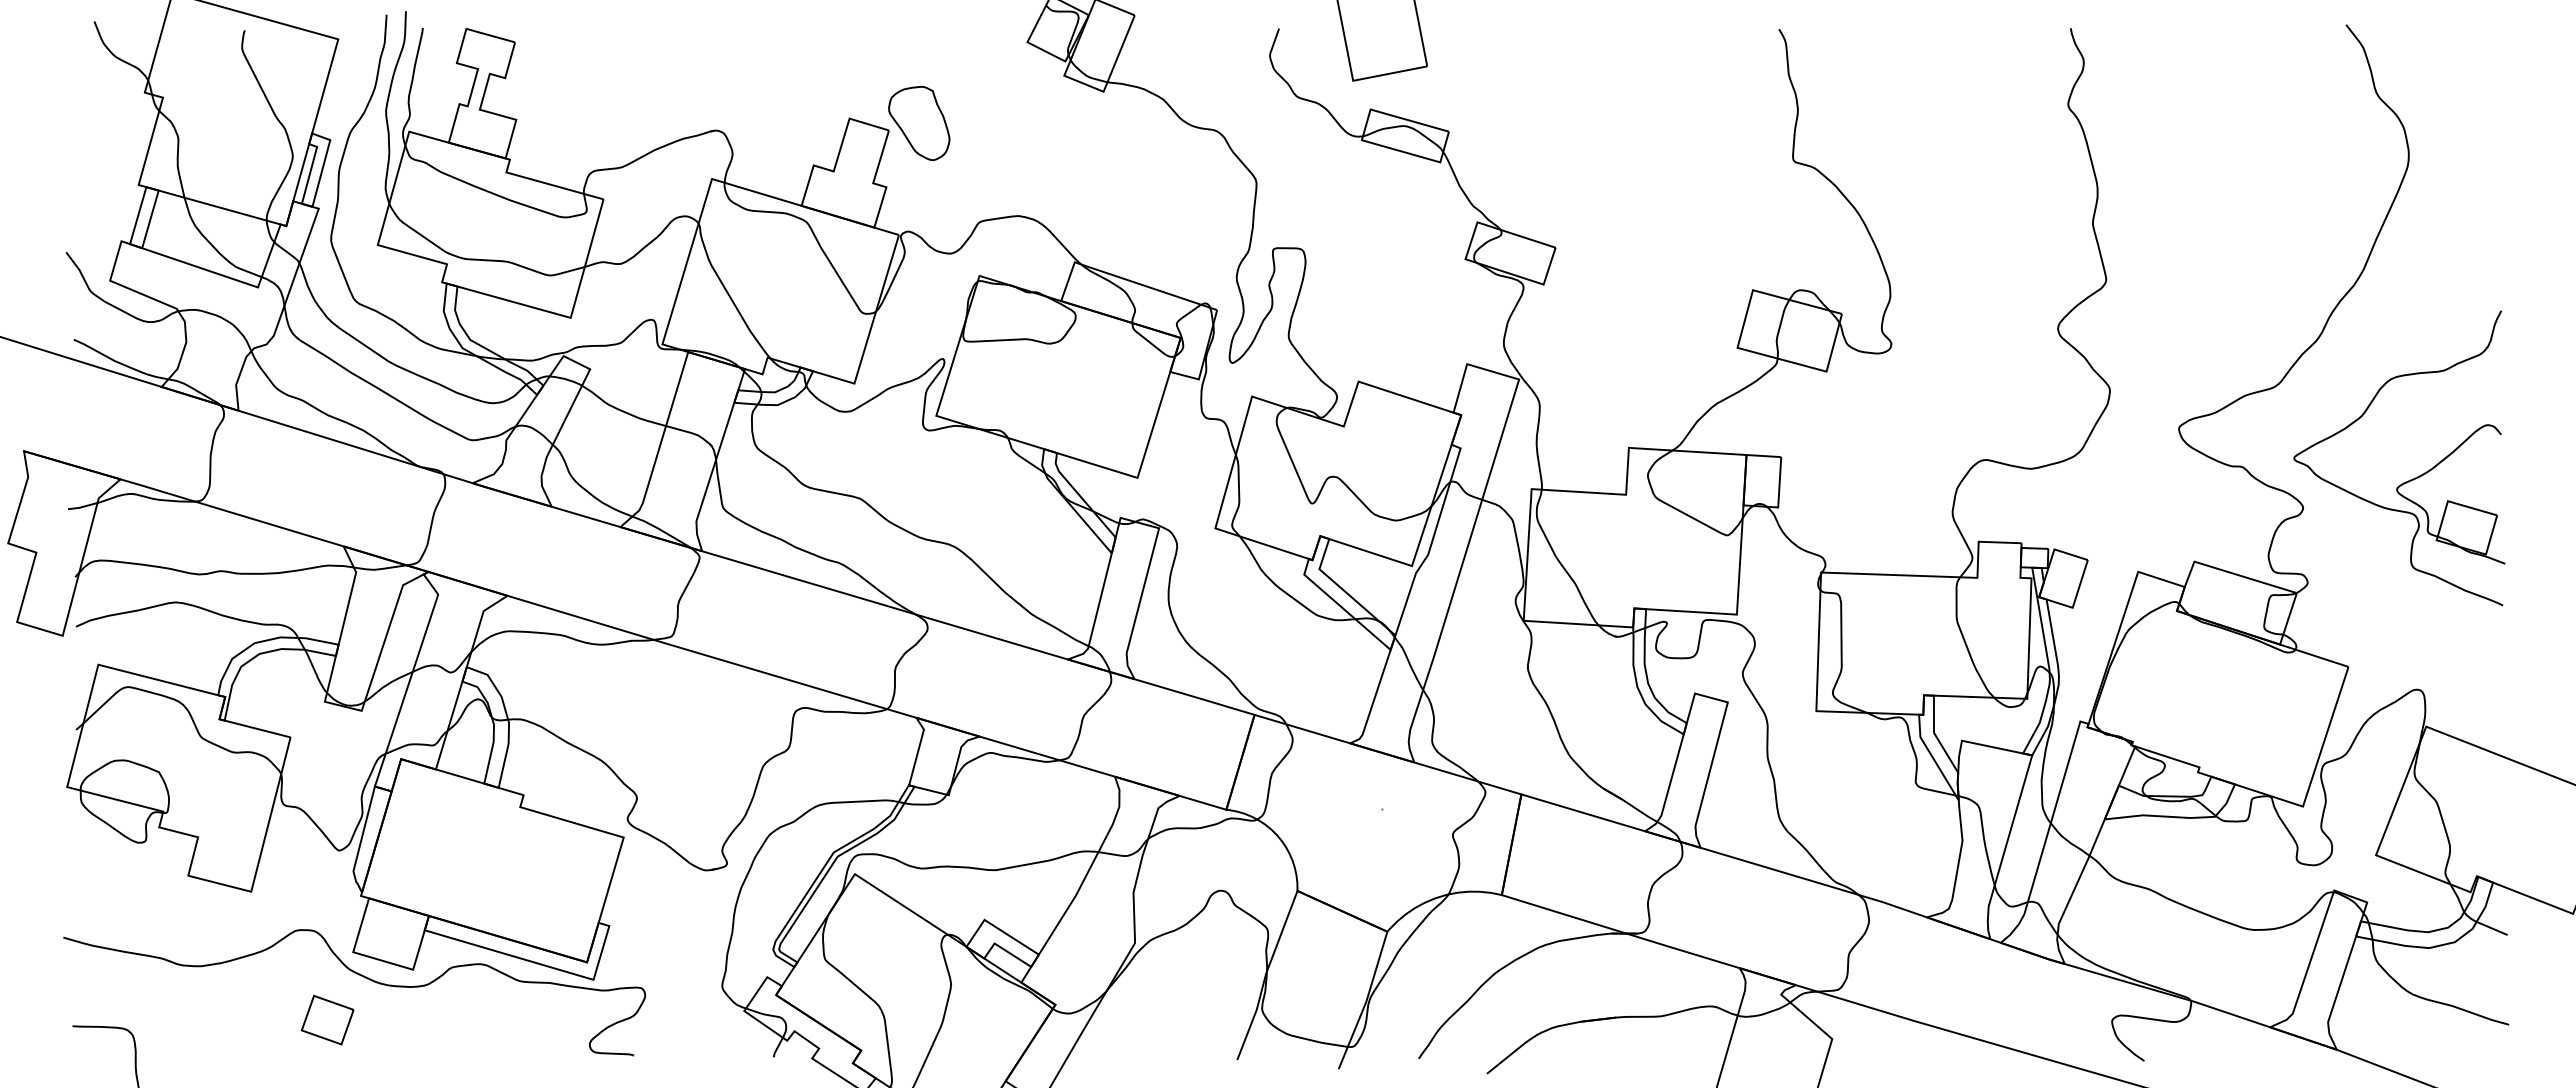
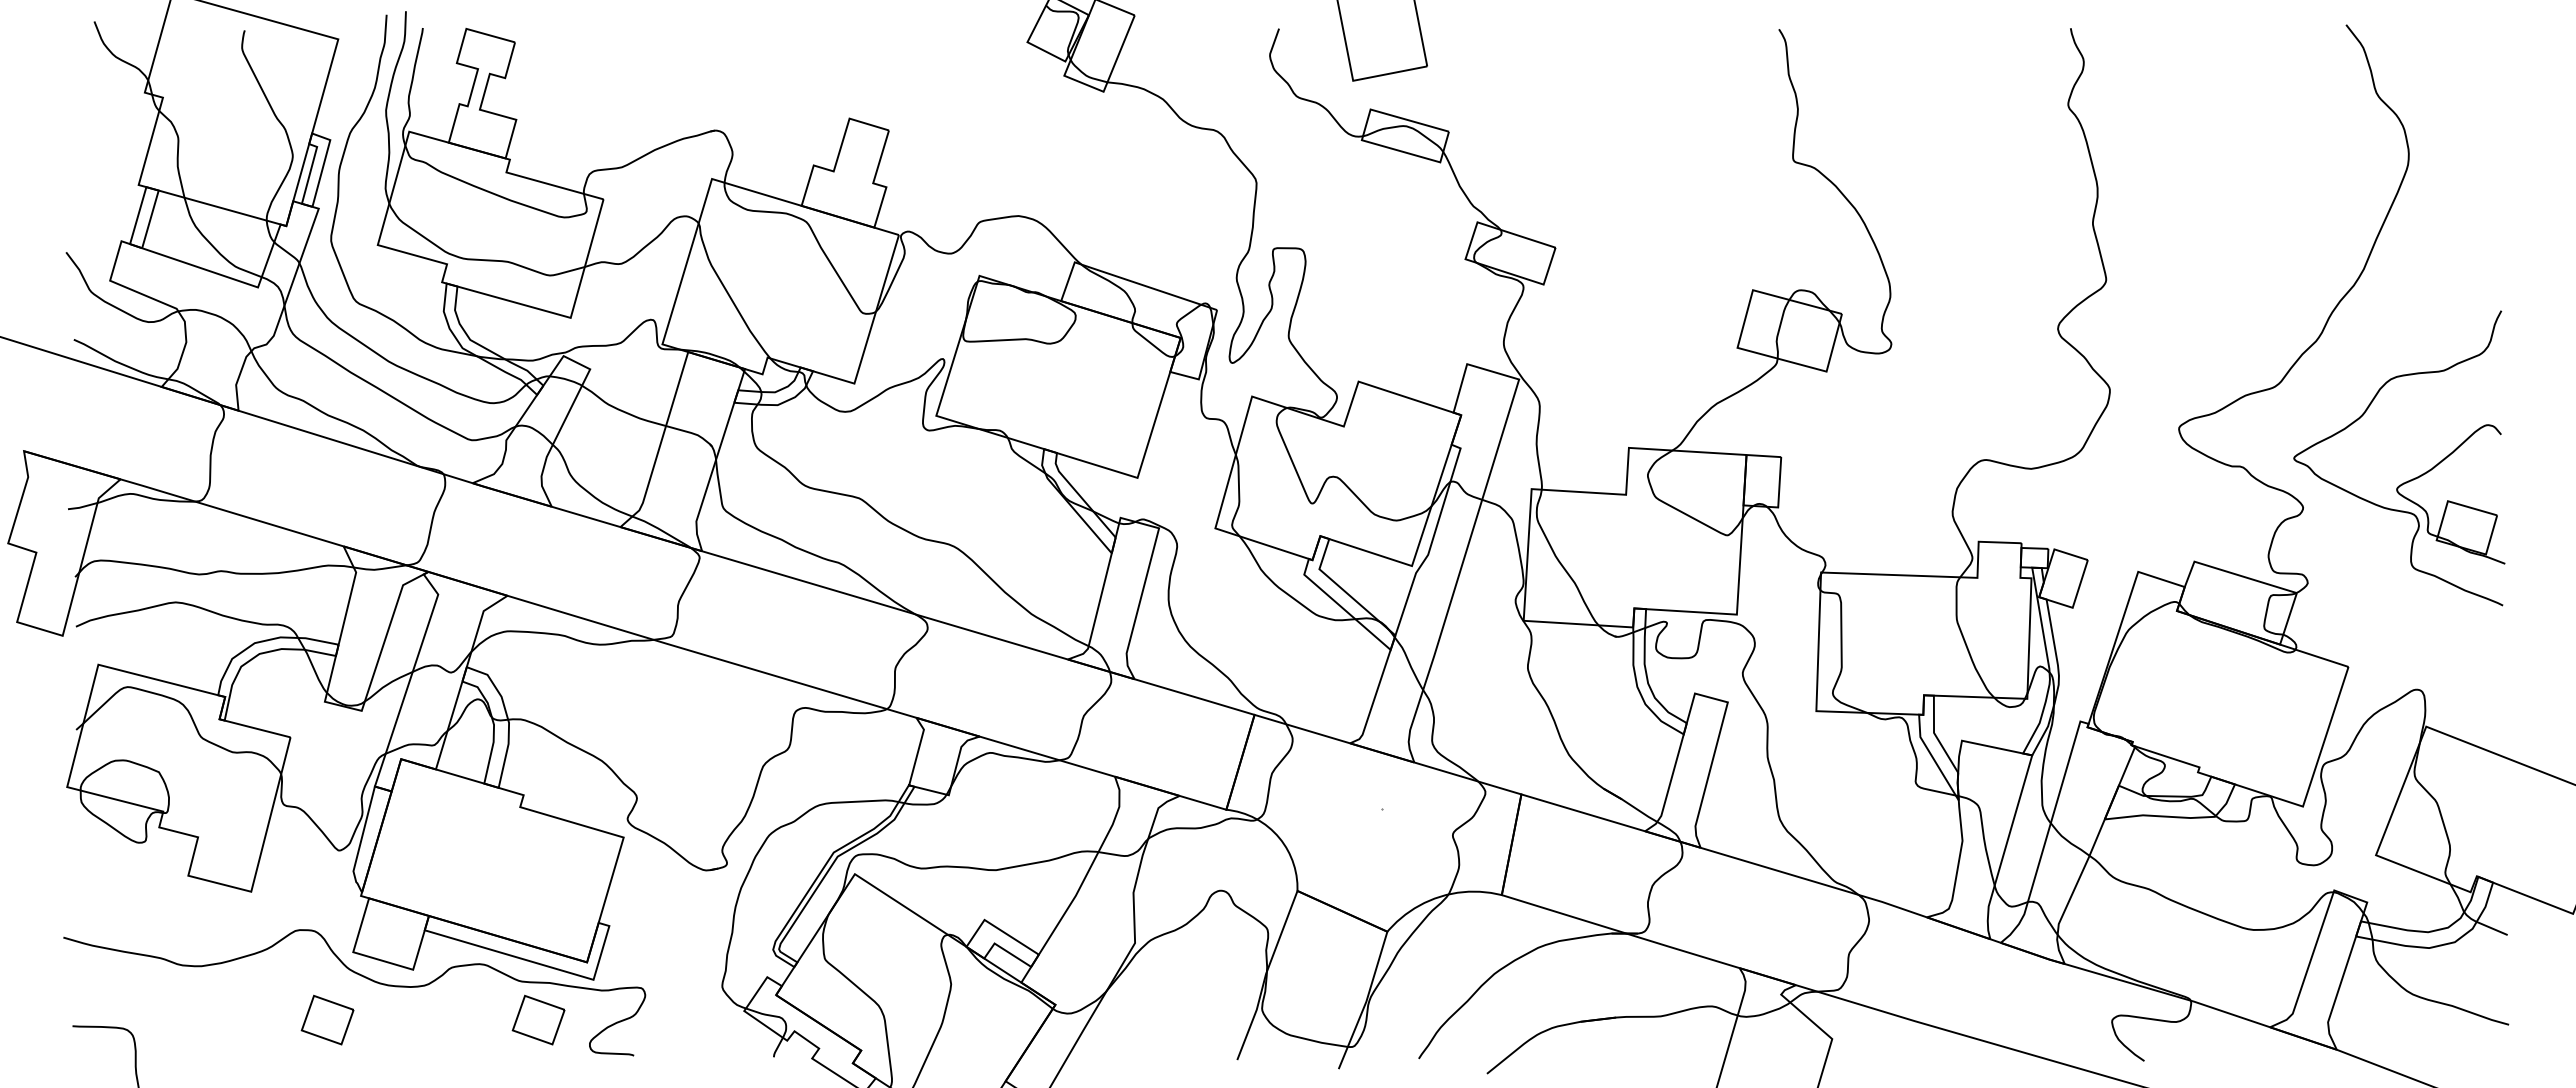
part at (919, 123): present -> none
part at (538, 1019): none -> present
